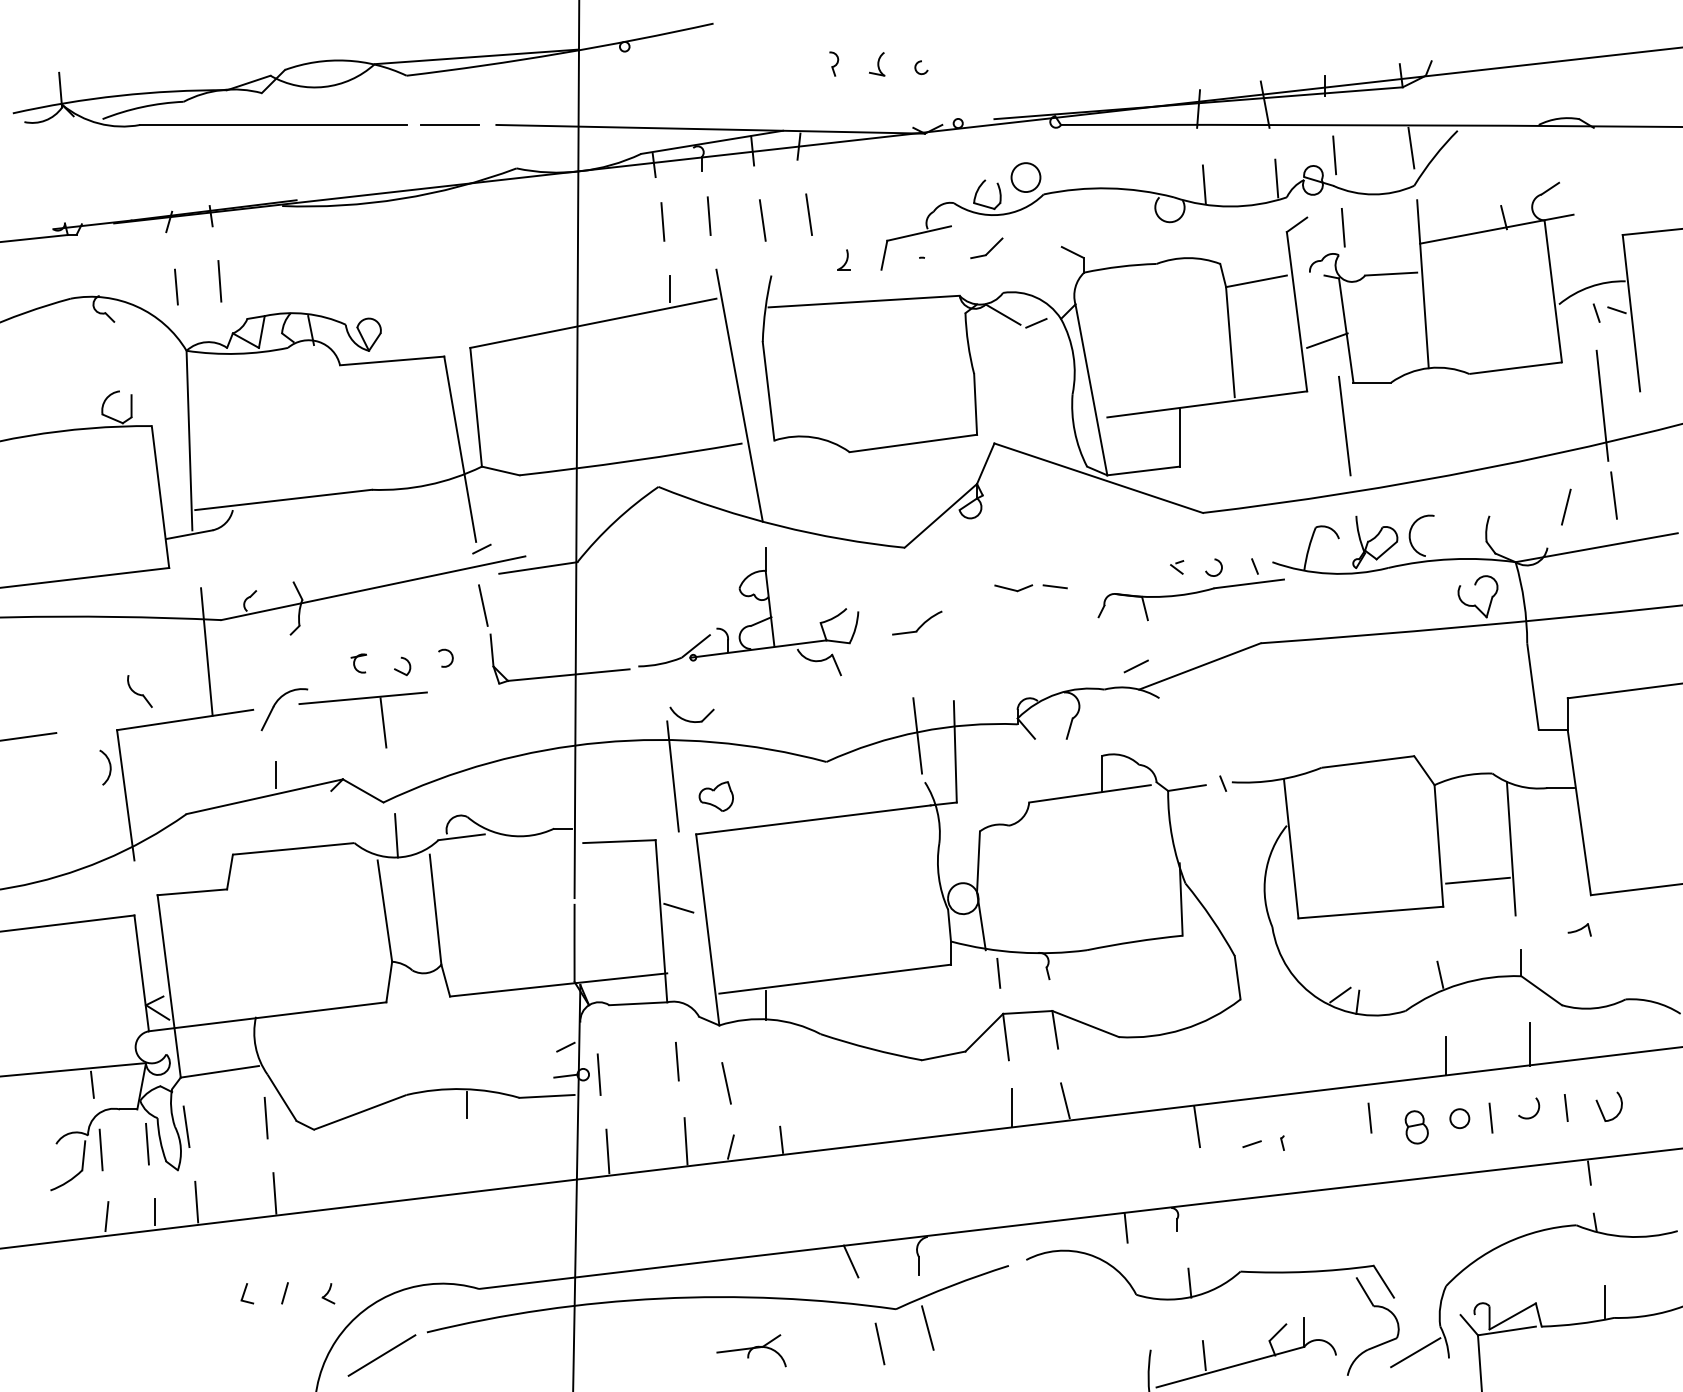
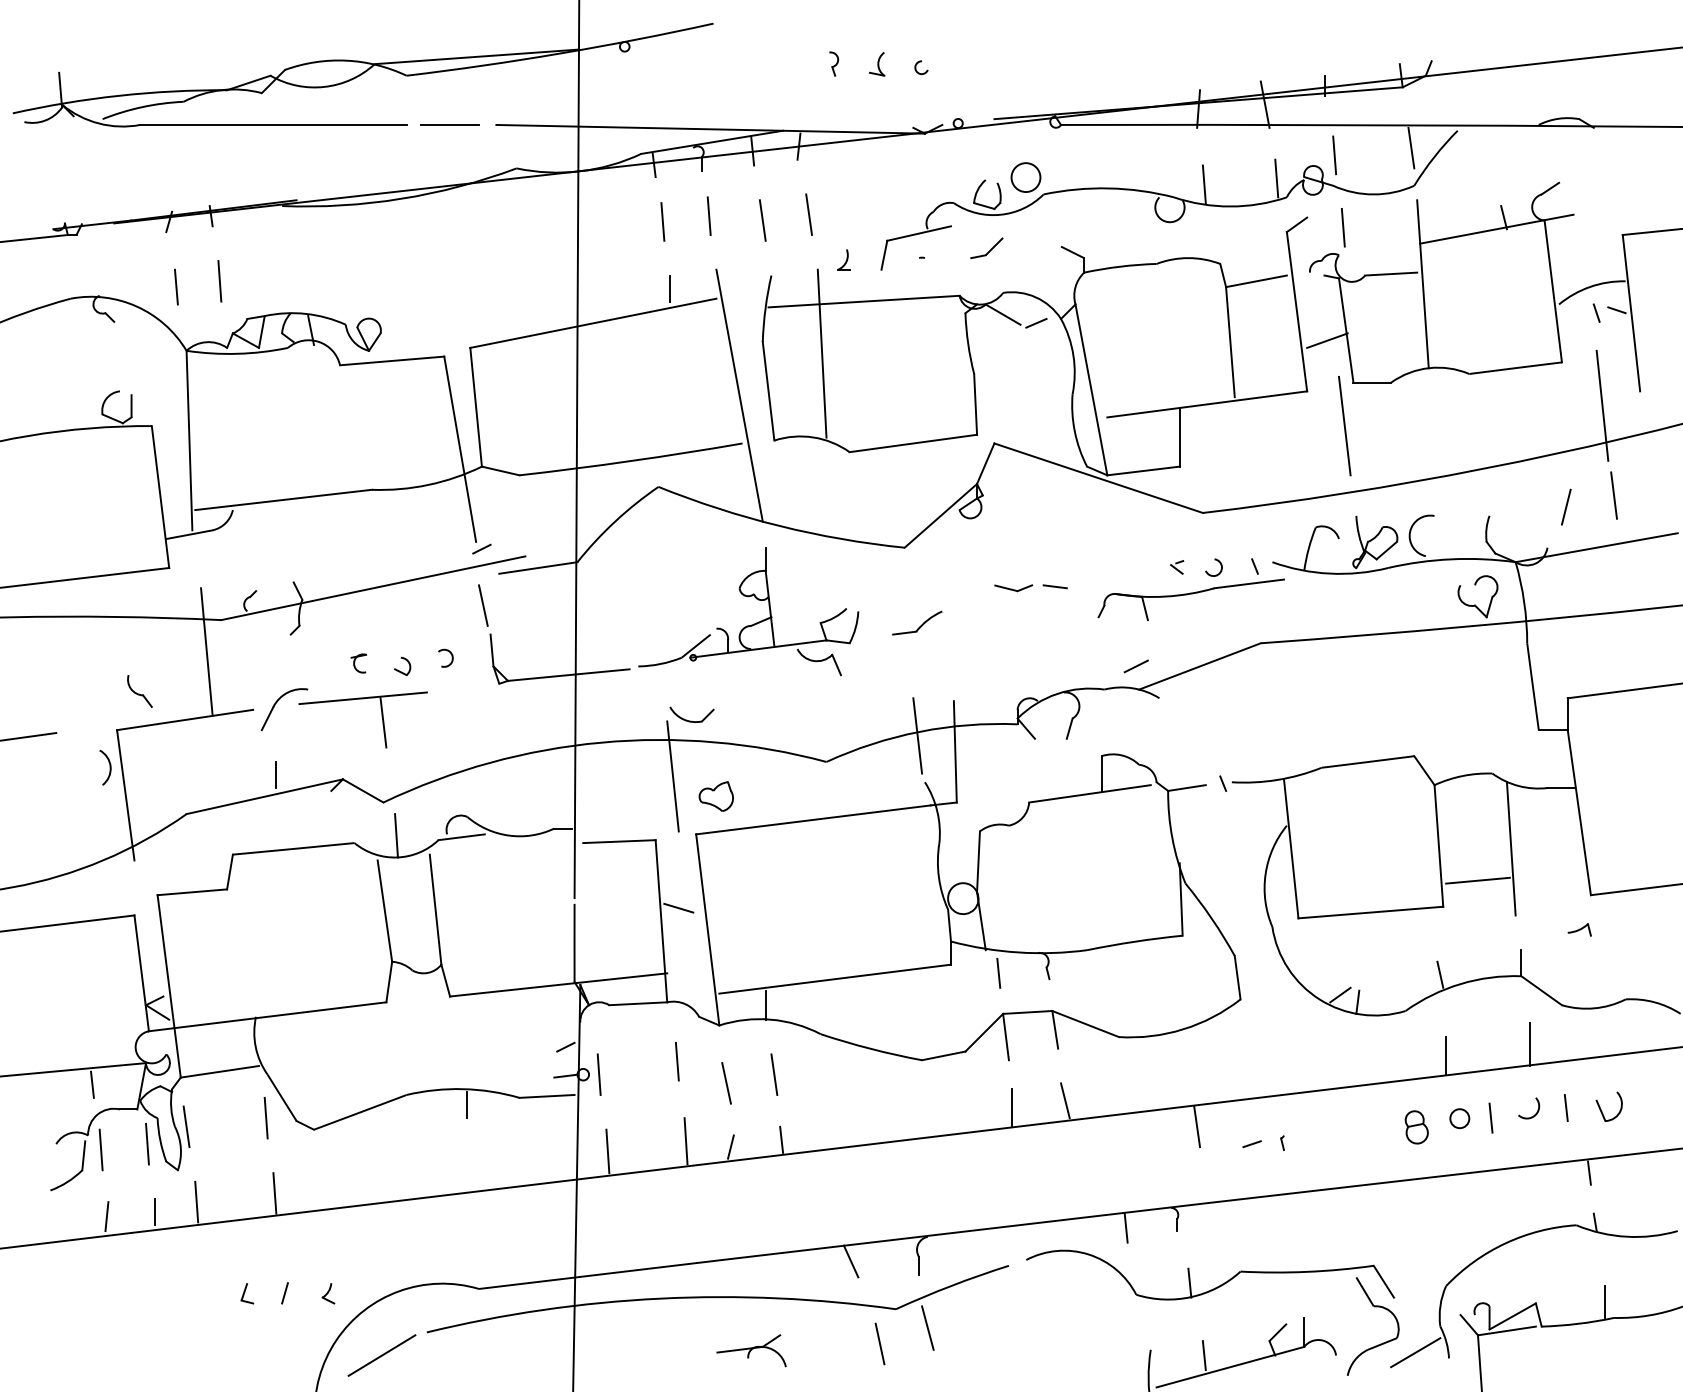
line at (821, 353): none -> present
line at (774, 1074): none -> present
line at (1369, 1117): present -> none
